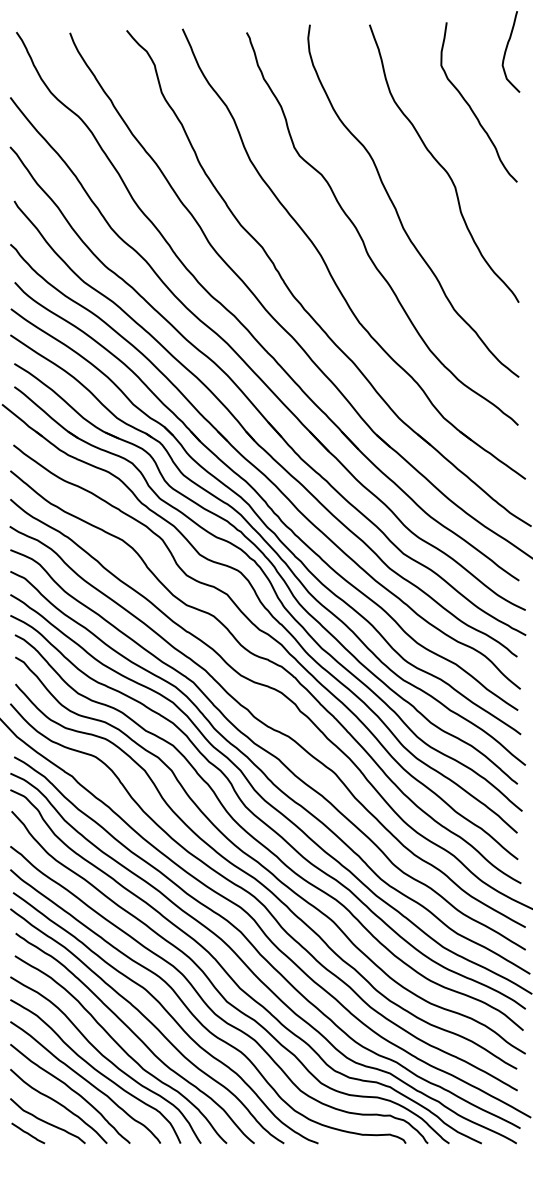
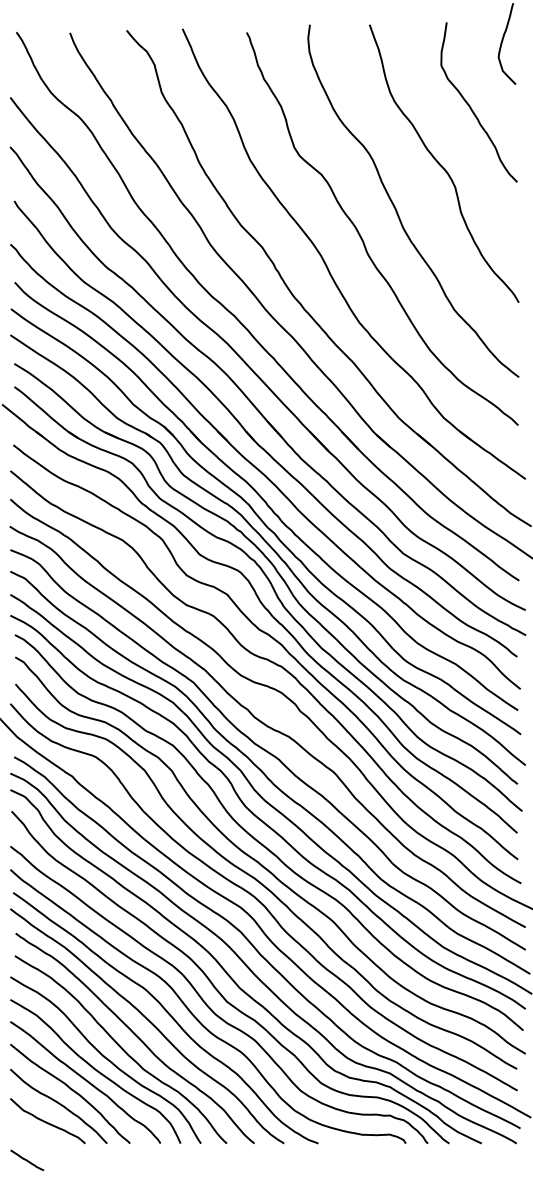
curve at (506, 51) position: (506, 51) -> (502, 43)
line at (28, 1133) position: (28, 1133) -> (27, 1160)
